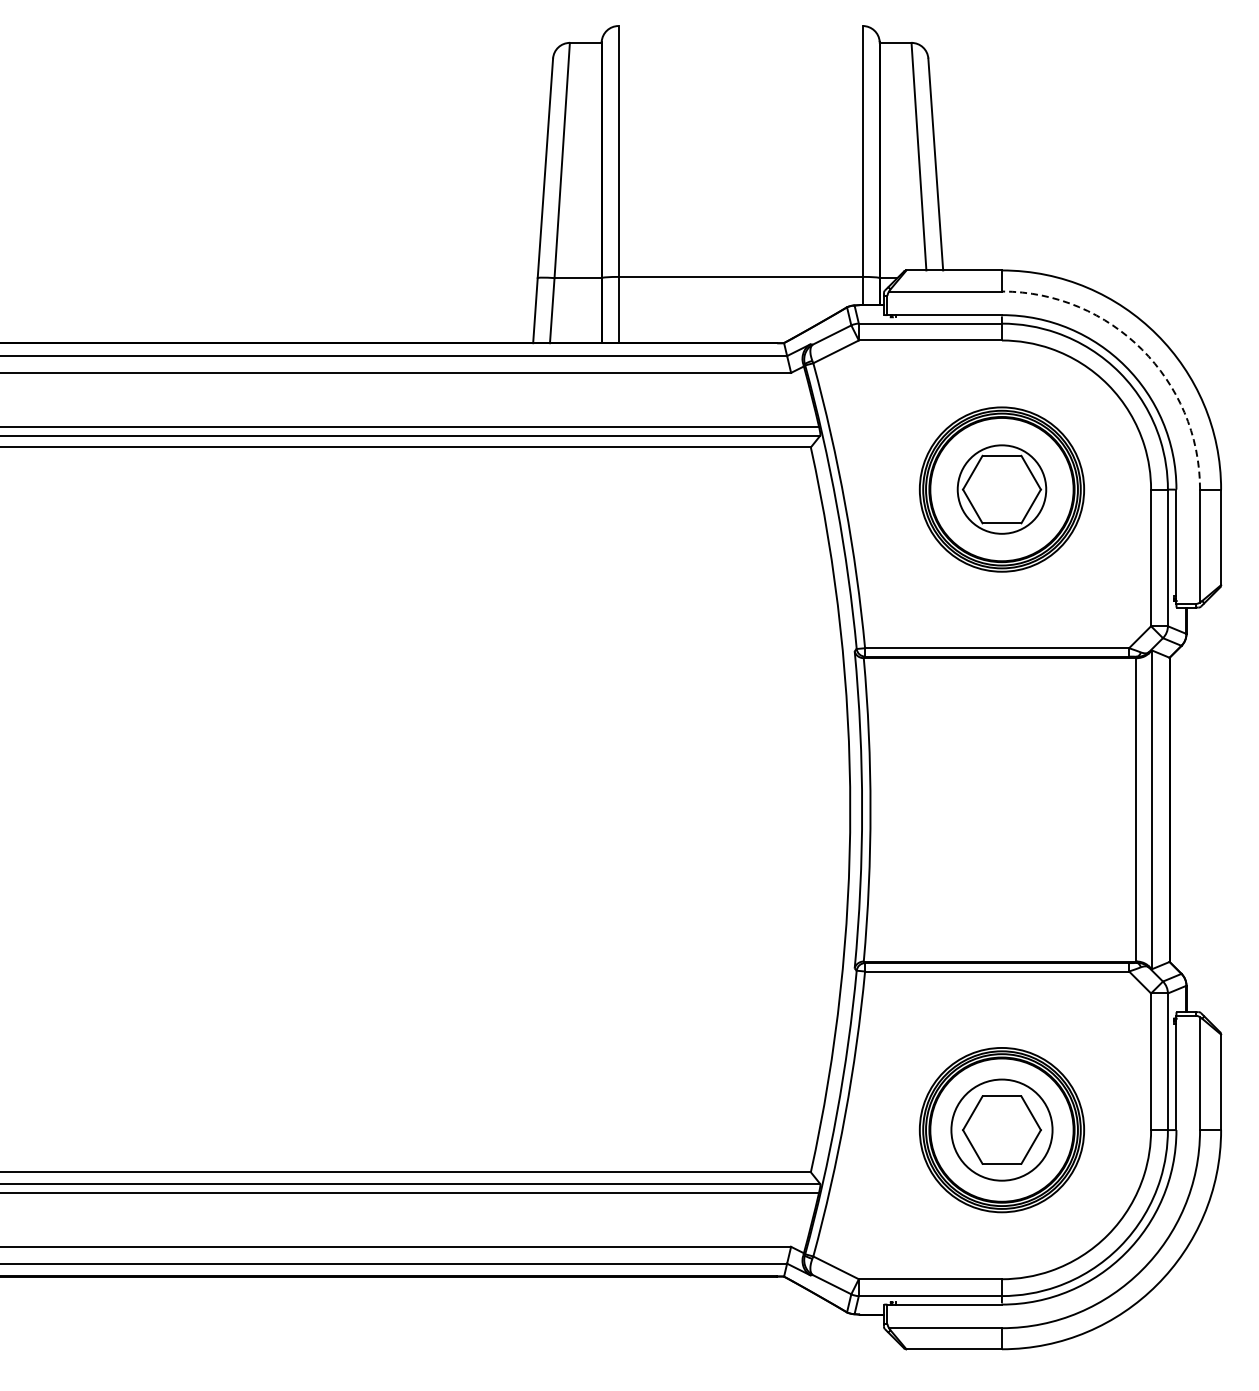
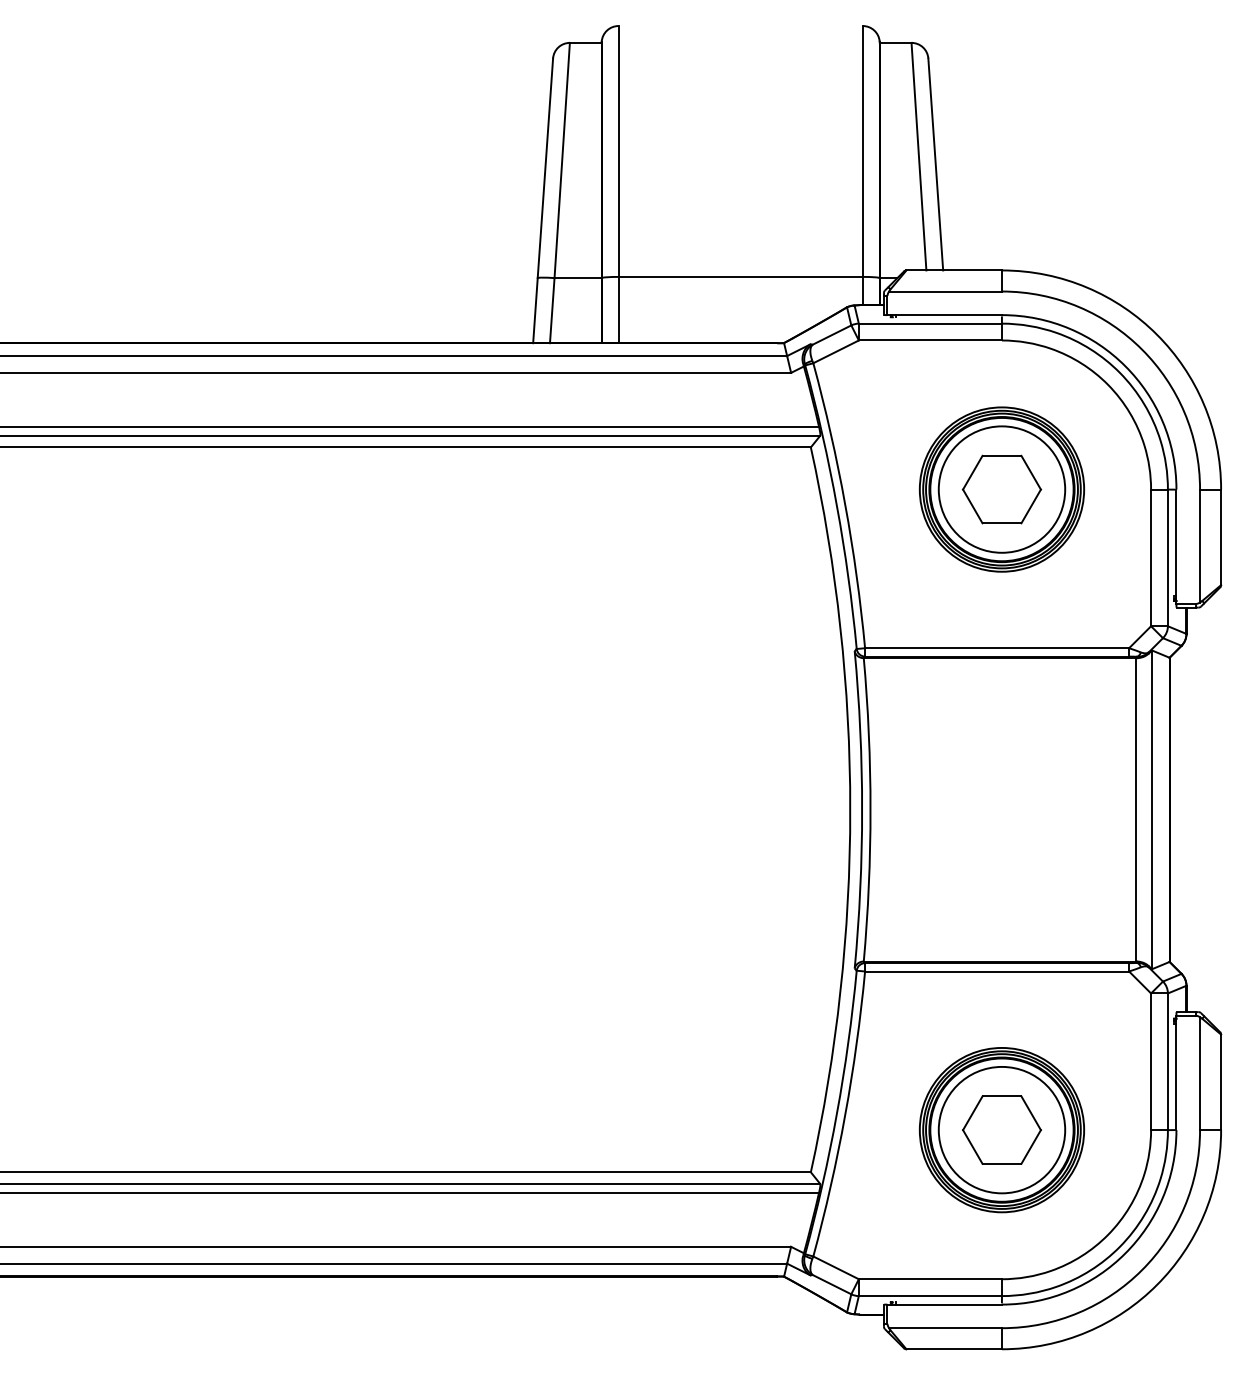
arc at (1142, 349): dashed -> solid
circle at (1001, 489) diameter: 88 px -> 126 px
circle at (1001, 1129) diameter: 101 px -> 126 px
